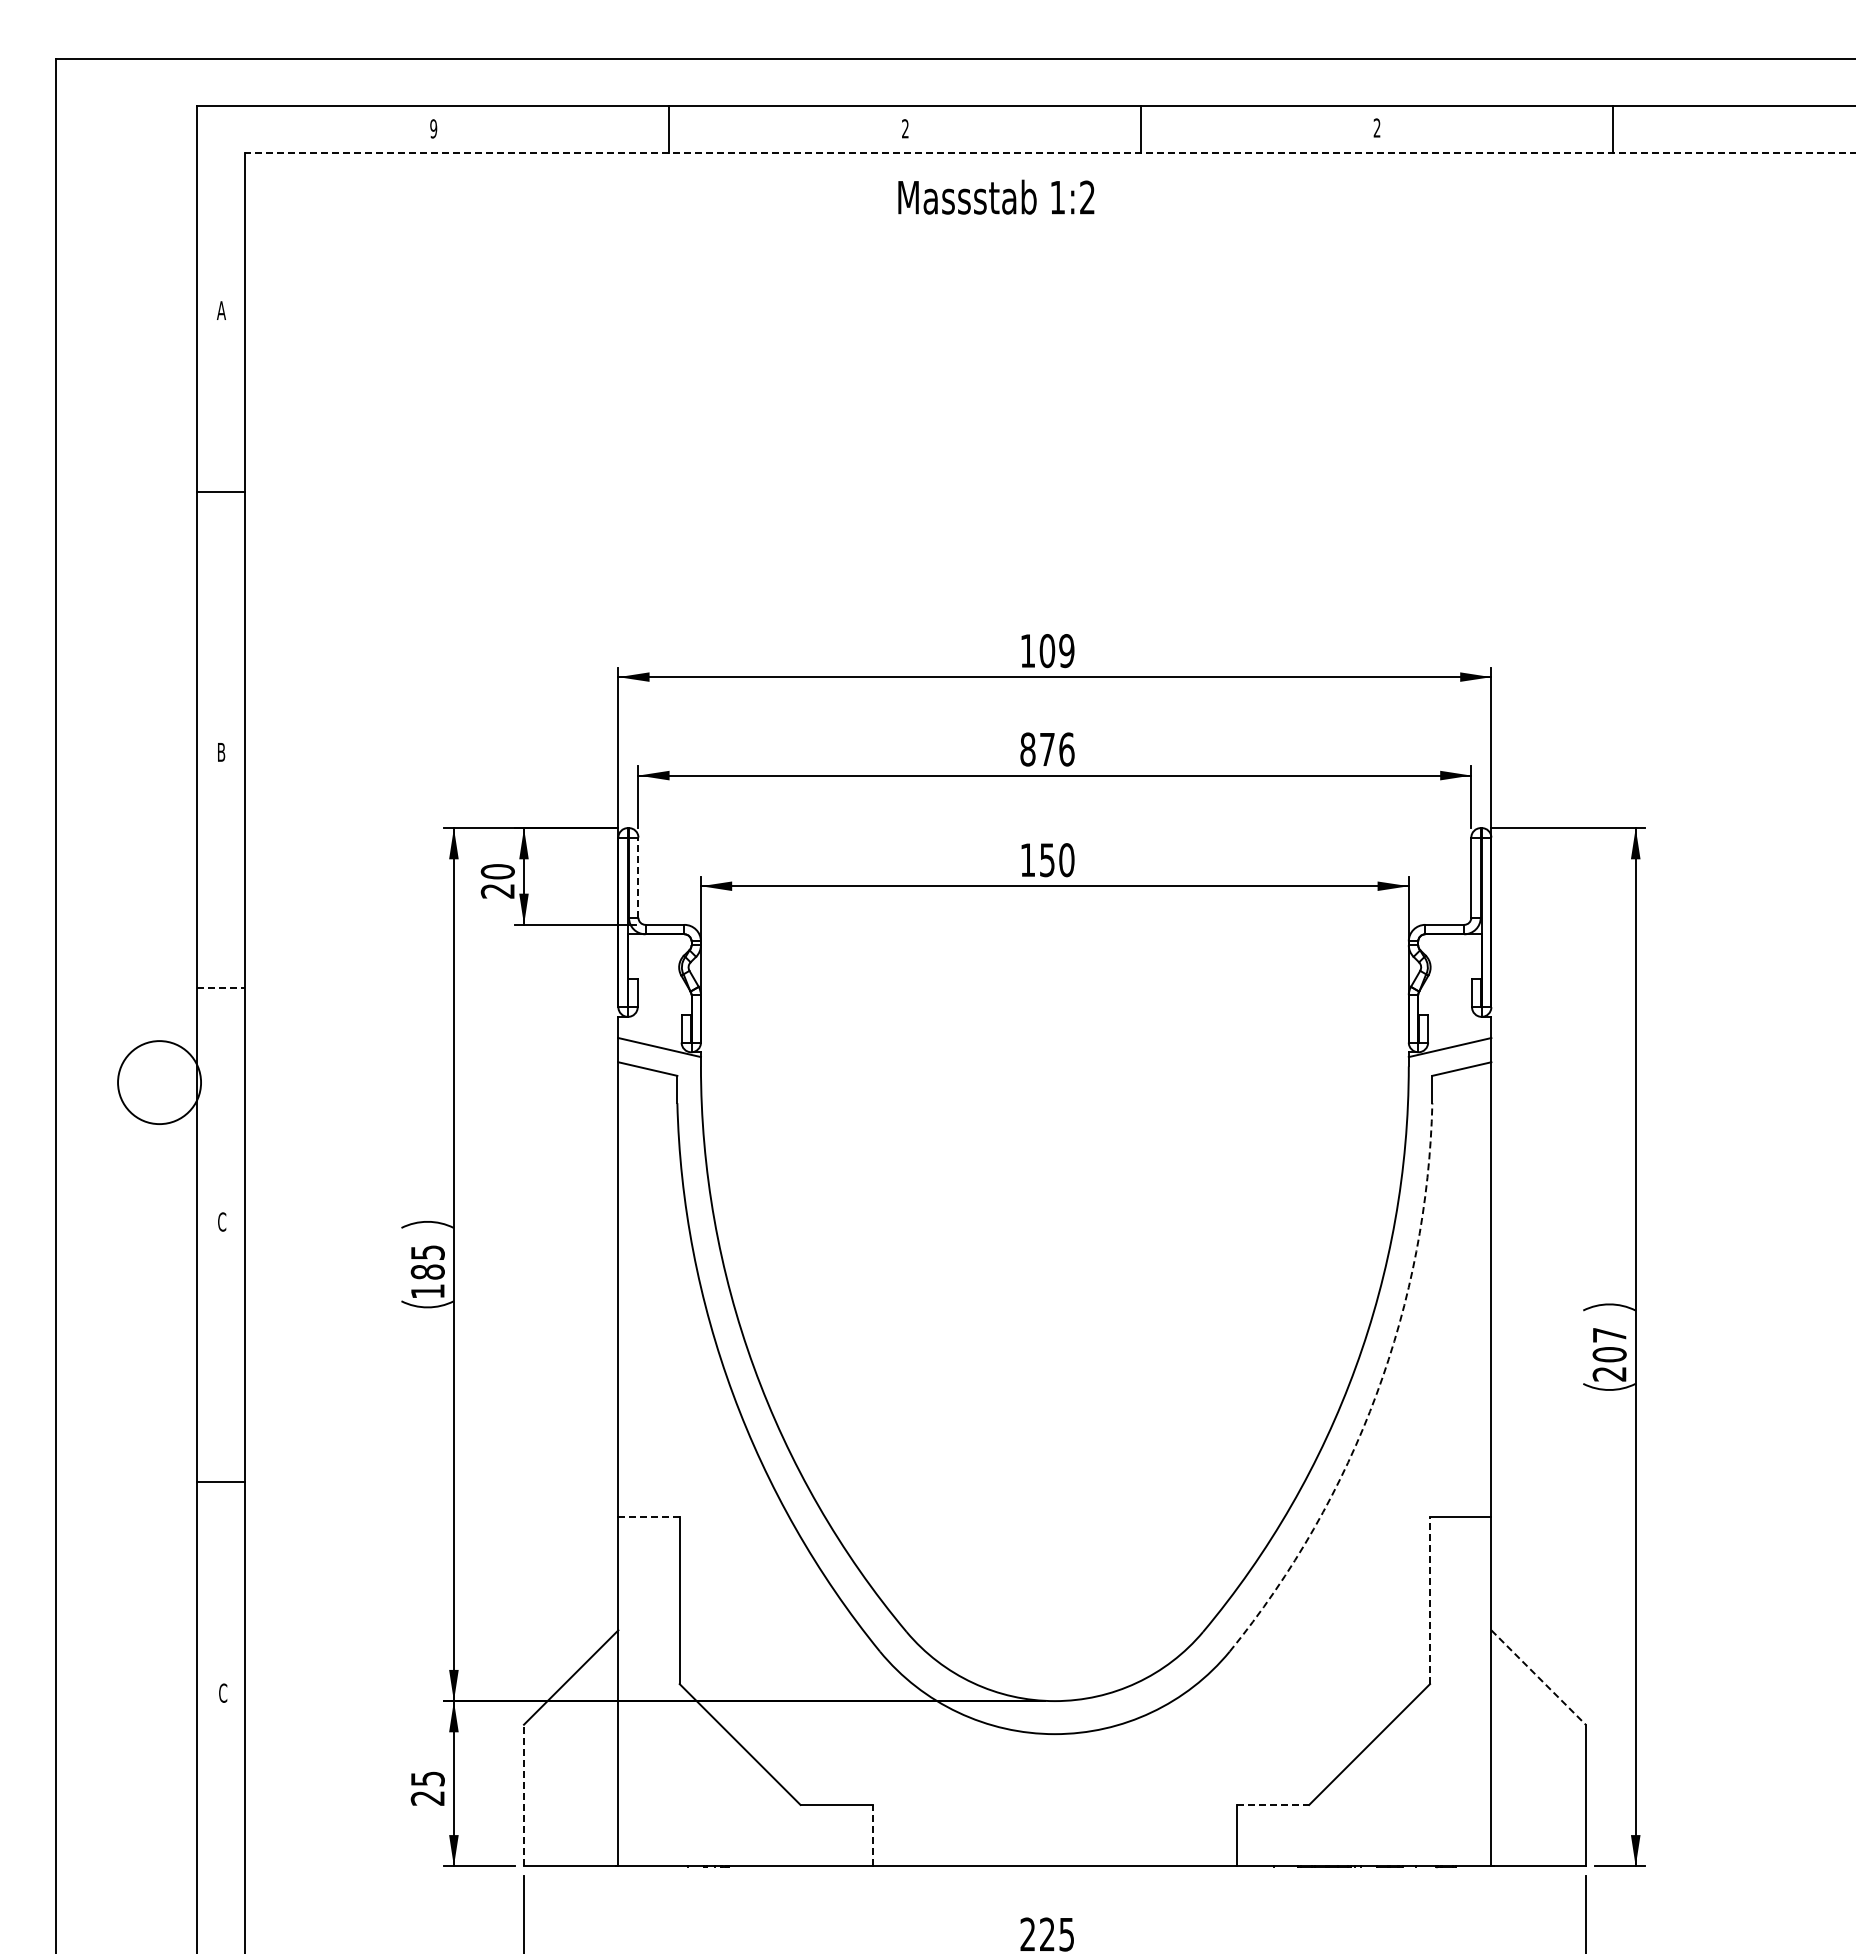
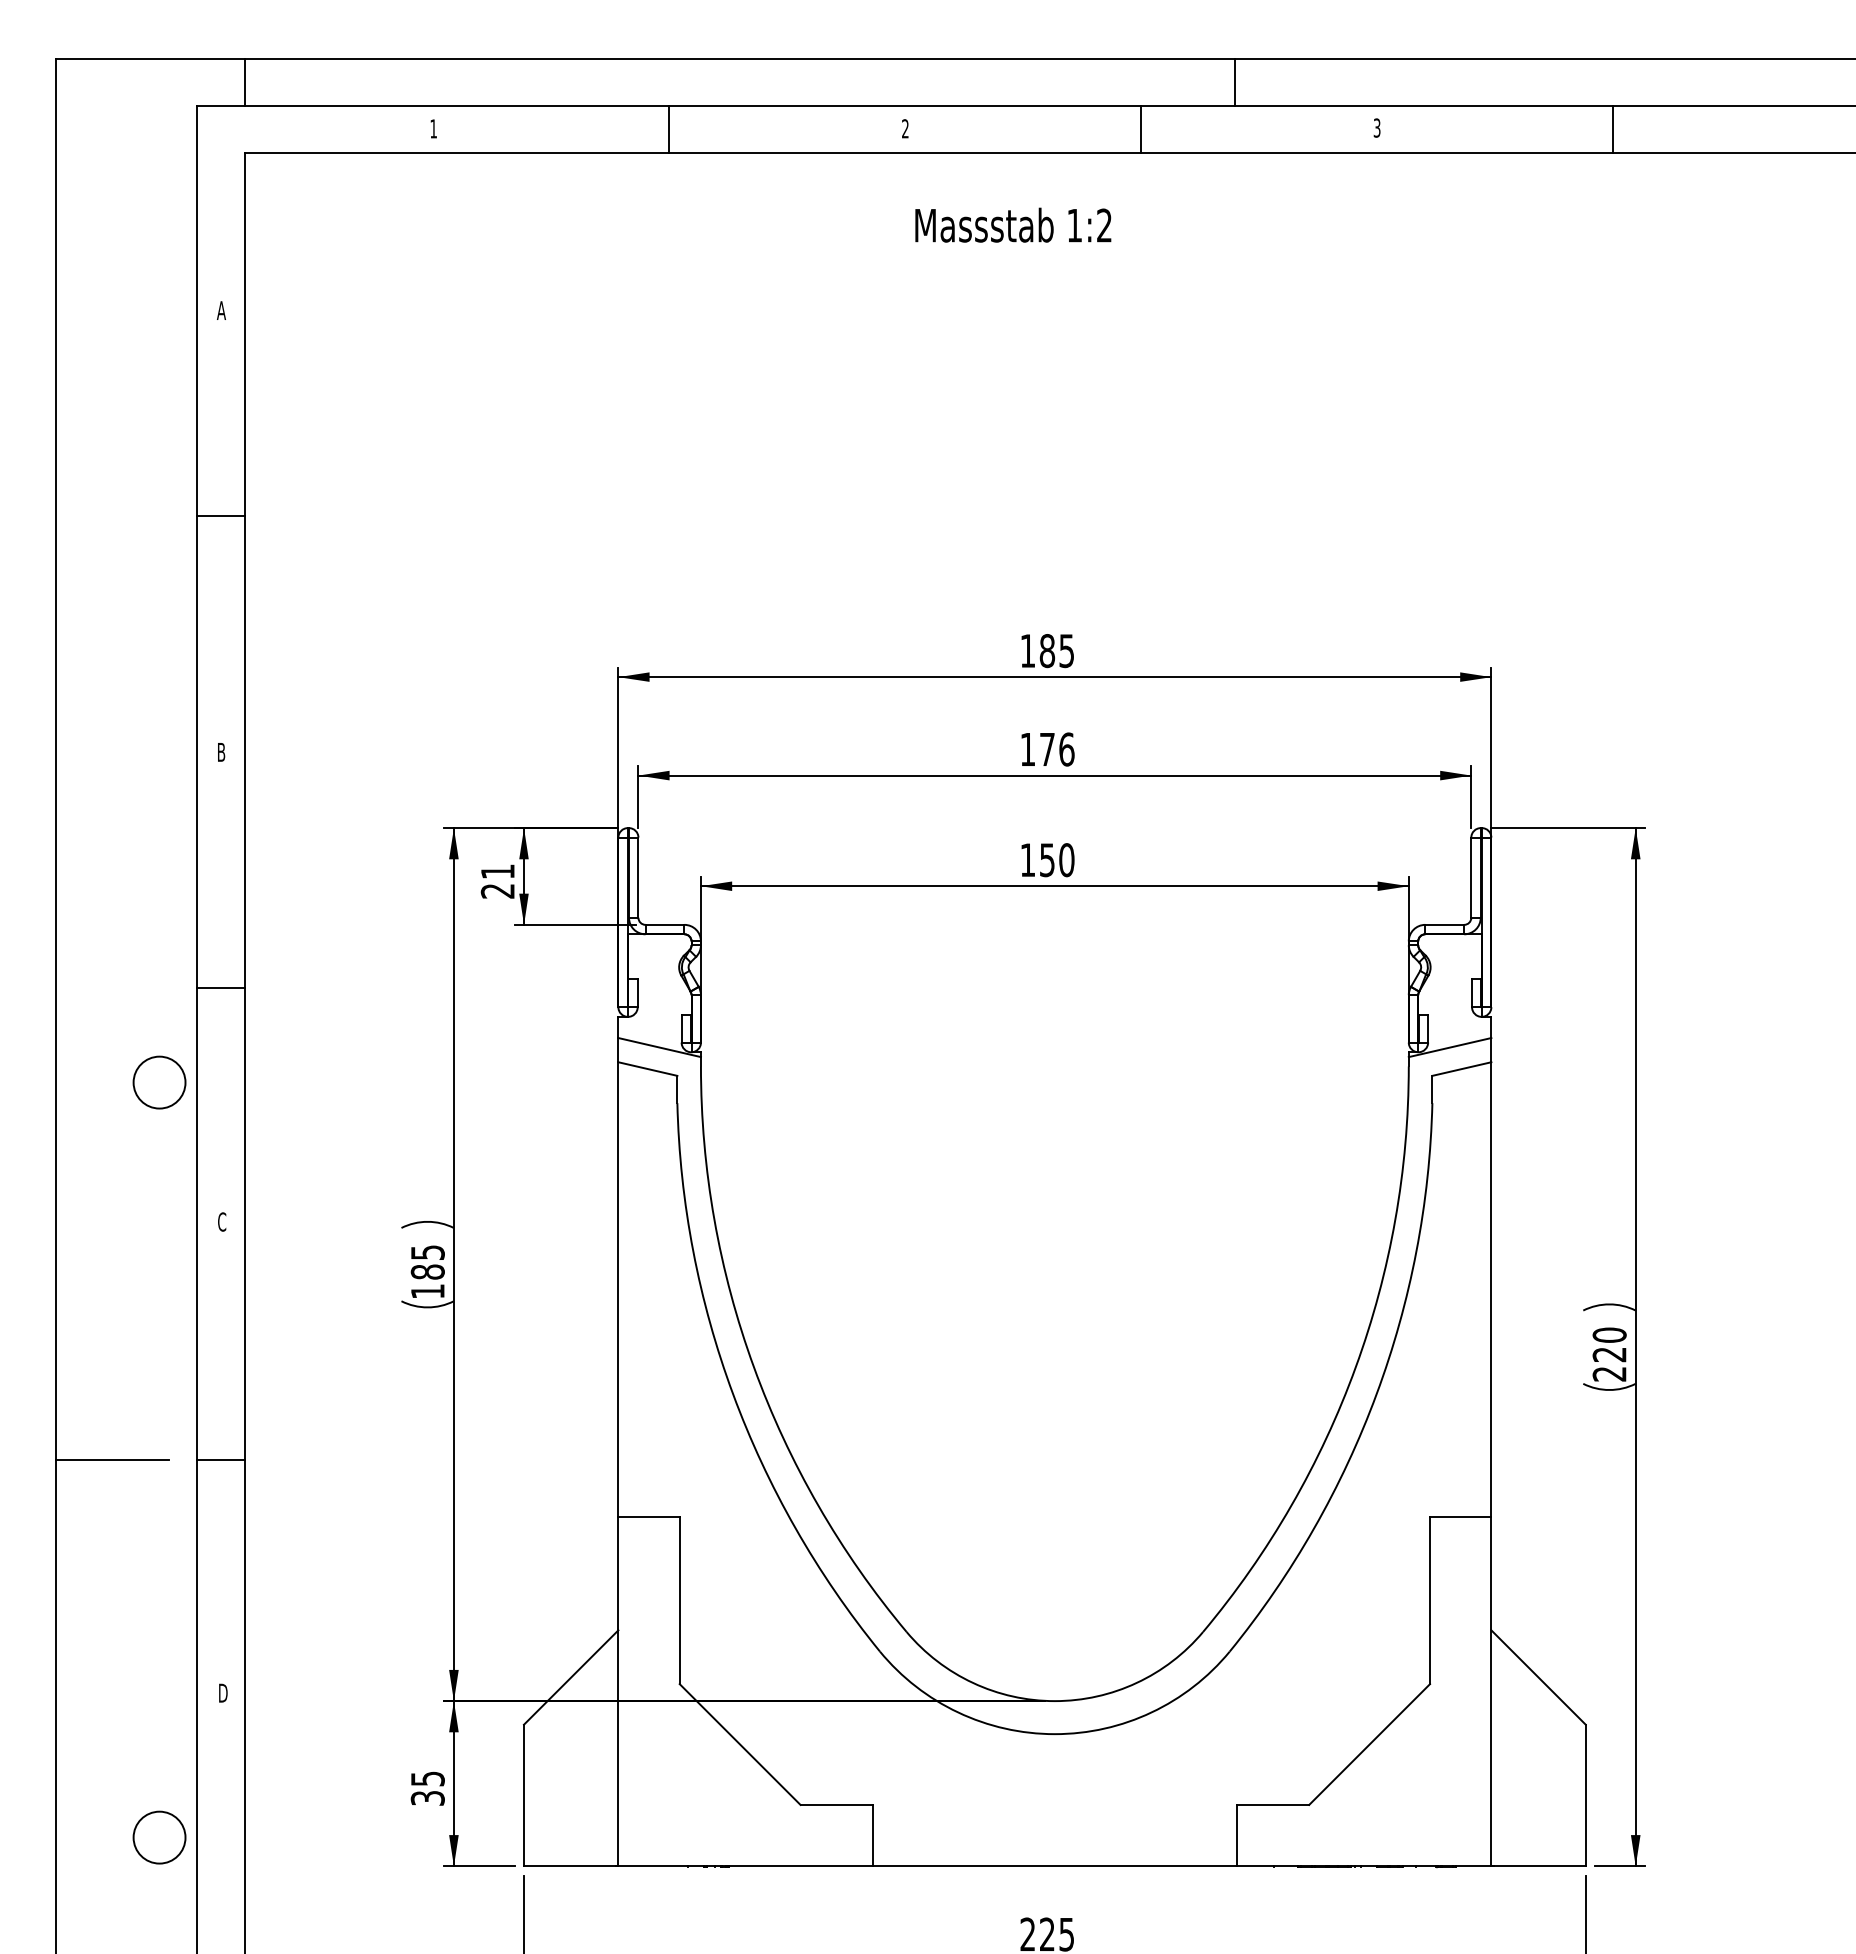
line at (244, 81): none -> present
line at (1235, 81): none -> present
text at (433, 128): 9 -> 1
text at (1376, 128): 2 -> 3
line at (1049, 152): dashed -> solid
text at (996, 196) position: (996, 196) -> (1013, 224)
line at (220, 492) position: (220, 492) -> (220, 516)
text at (1056, 650): 109 -> 185
text at (1027, 749): 876 -> 176
text at (497, 871): 20 -> 21
line at (638, 877): dashed -> solid
line at (220, 988): dashed -> solid
circle at (159, 1082) diameter: 83 px -> 52 px
text at (1609, 1344): 207 -> 220
arc at (1376, 1394): dashed -> solid
line at (112, 1460): none -> present
line at (220, 1482) position: (220, 1482) -> (220, 1460)
line at (649, 1517): dashed -> solid
line at (1430, 1600): dashed -> solid
line at (1538, 1677): dashed -> solid
text at (223, 1692): C -> D
line at (524, 1795): dashed -> solid
text at (427, 1798): 25 -> 35
line at (1273, 1804): dashed -> solid
line at (873, 1835): dashed -> solid
circle at (159, 1837): none -> present
